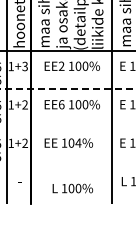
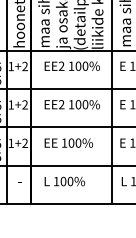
text at (24, 67): 1+3 -> 1+2
line at (68, 89): dashed -> solid
text at (61, 104): EE6 -> EE2
line at (67, 127): none -> present
text at (78, 142): 104%%% -> 100%%%
line at (67, 165): none -> present
text at (72, 188) position: (72, 188) -> (64, 181)
line at (67, 204): none -> present
